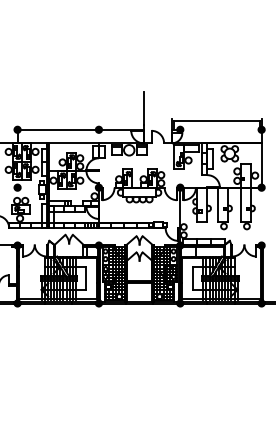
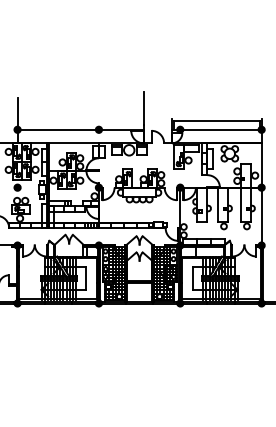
line at (17, 111): none -> present
line at (220, 129): none -> present
line at (261, 216): none -> present
